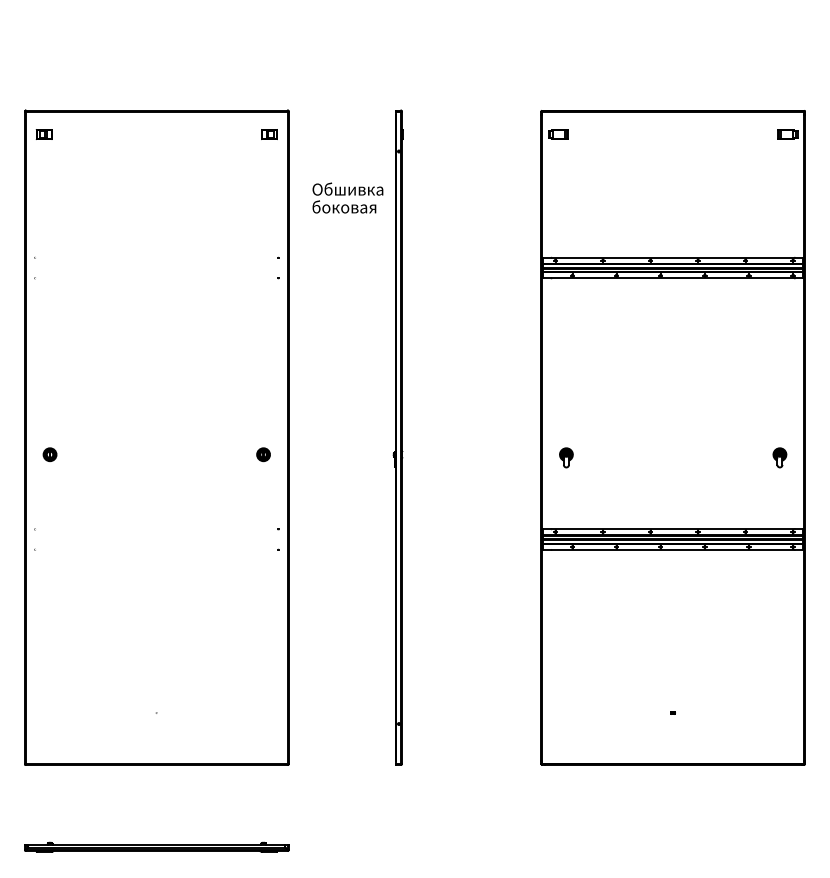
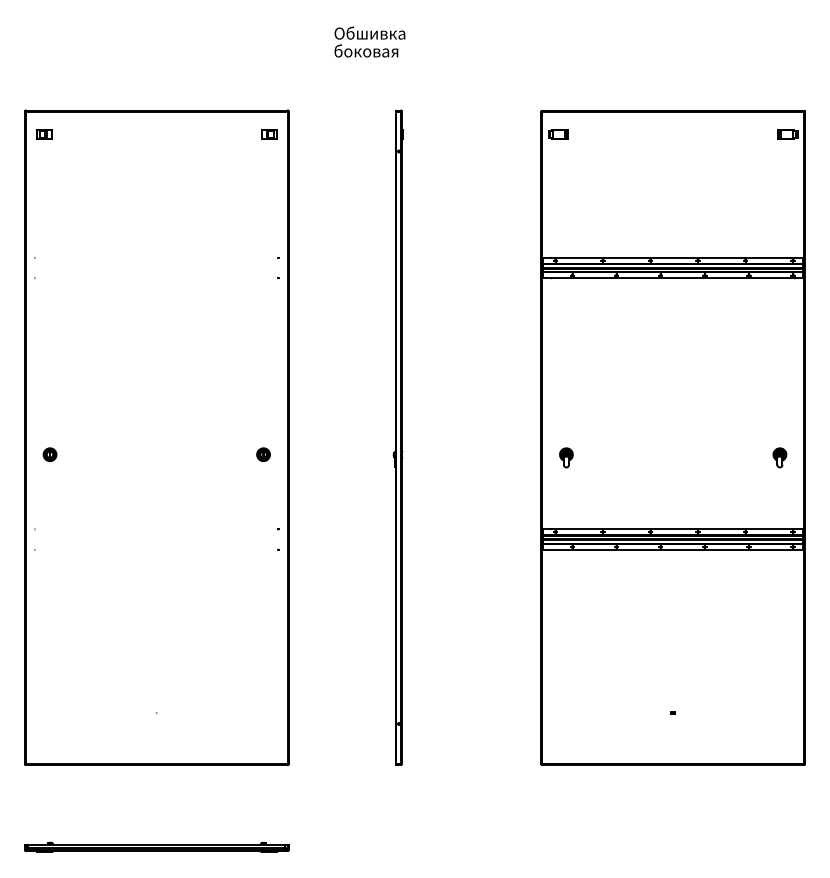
text at (347, 197) position: (347, 197) -> (369, 41)
